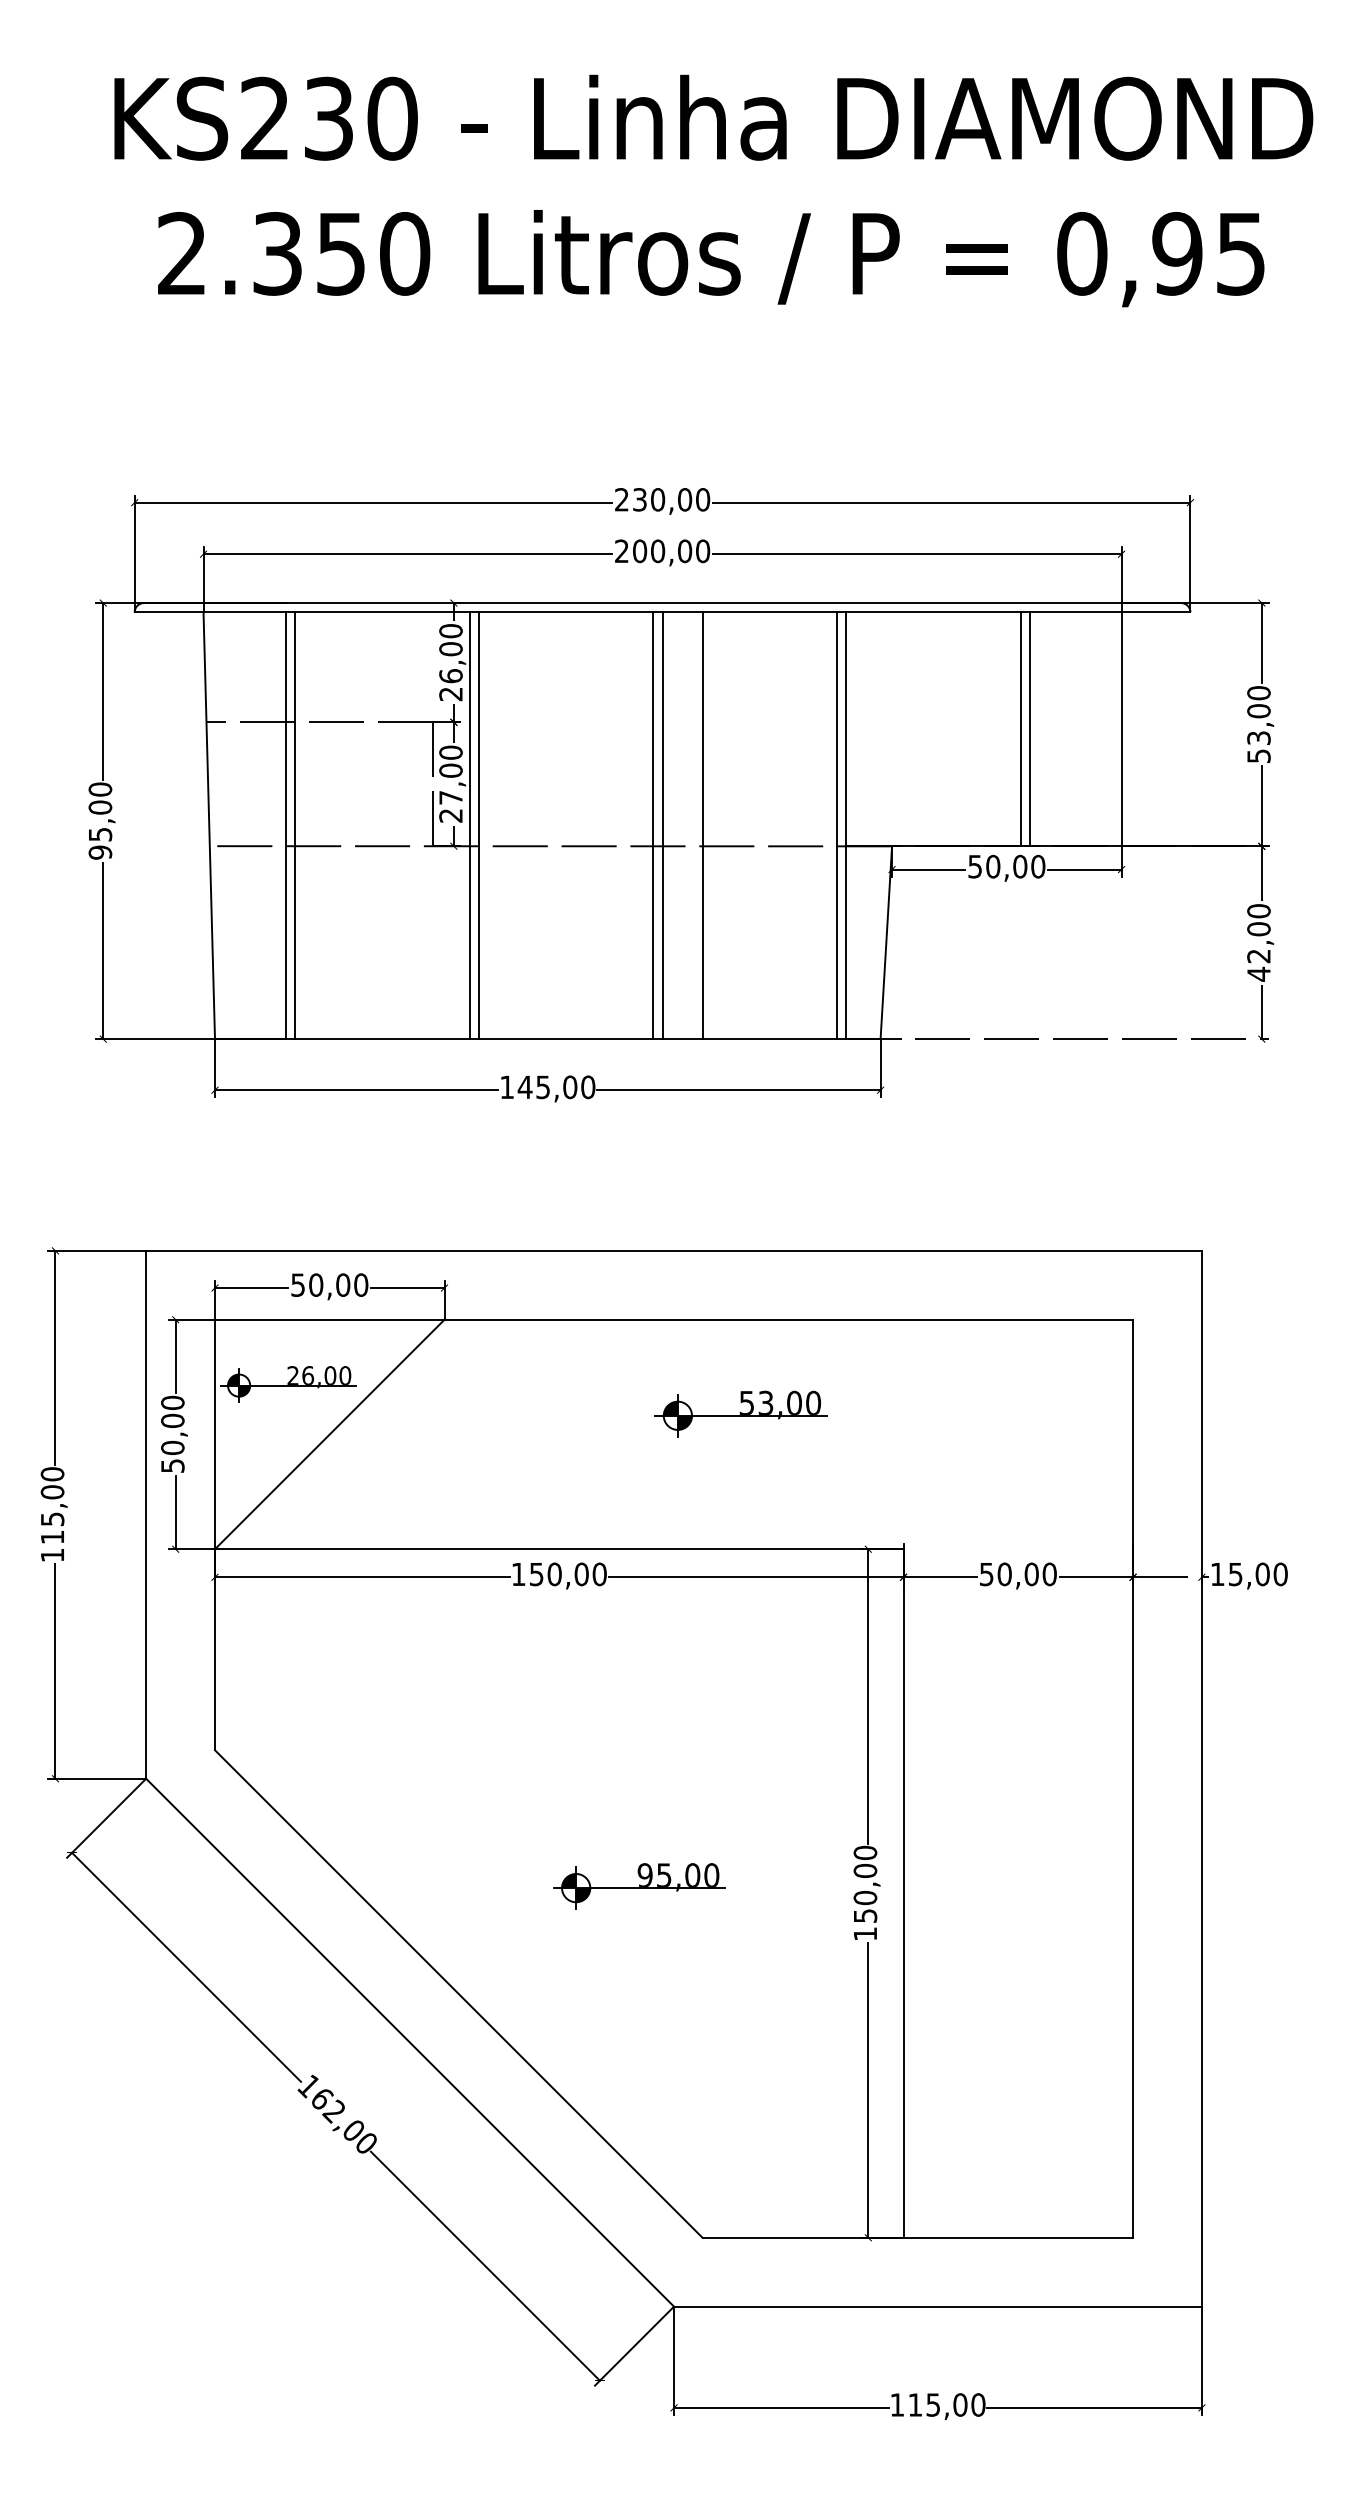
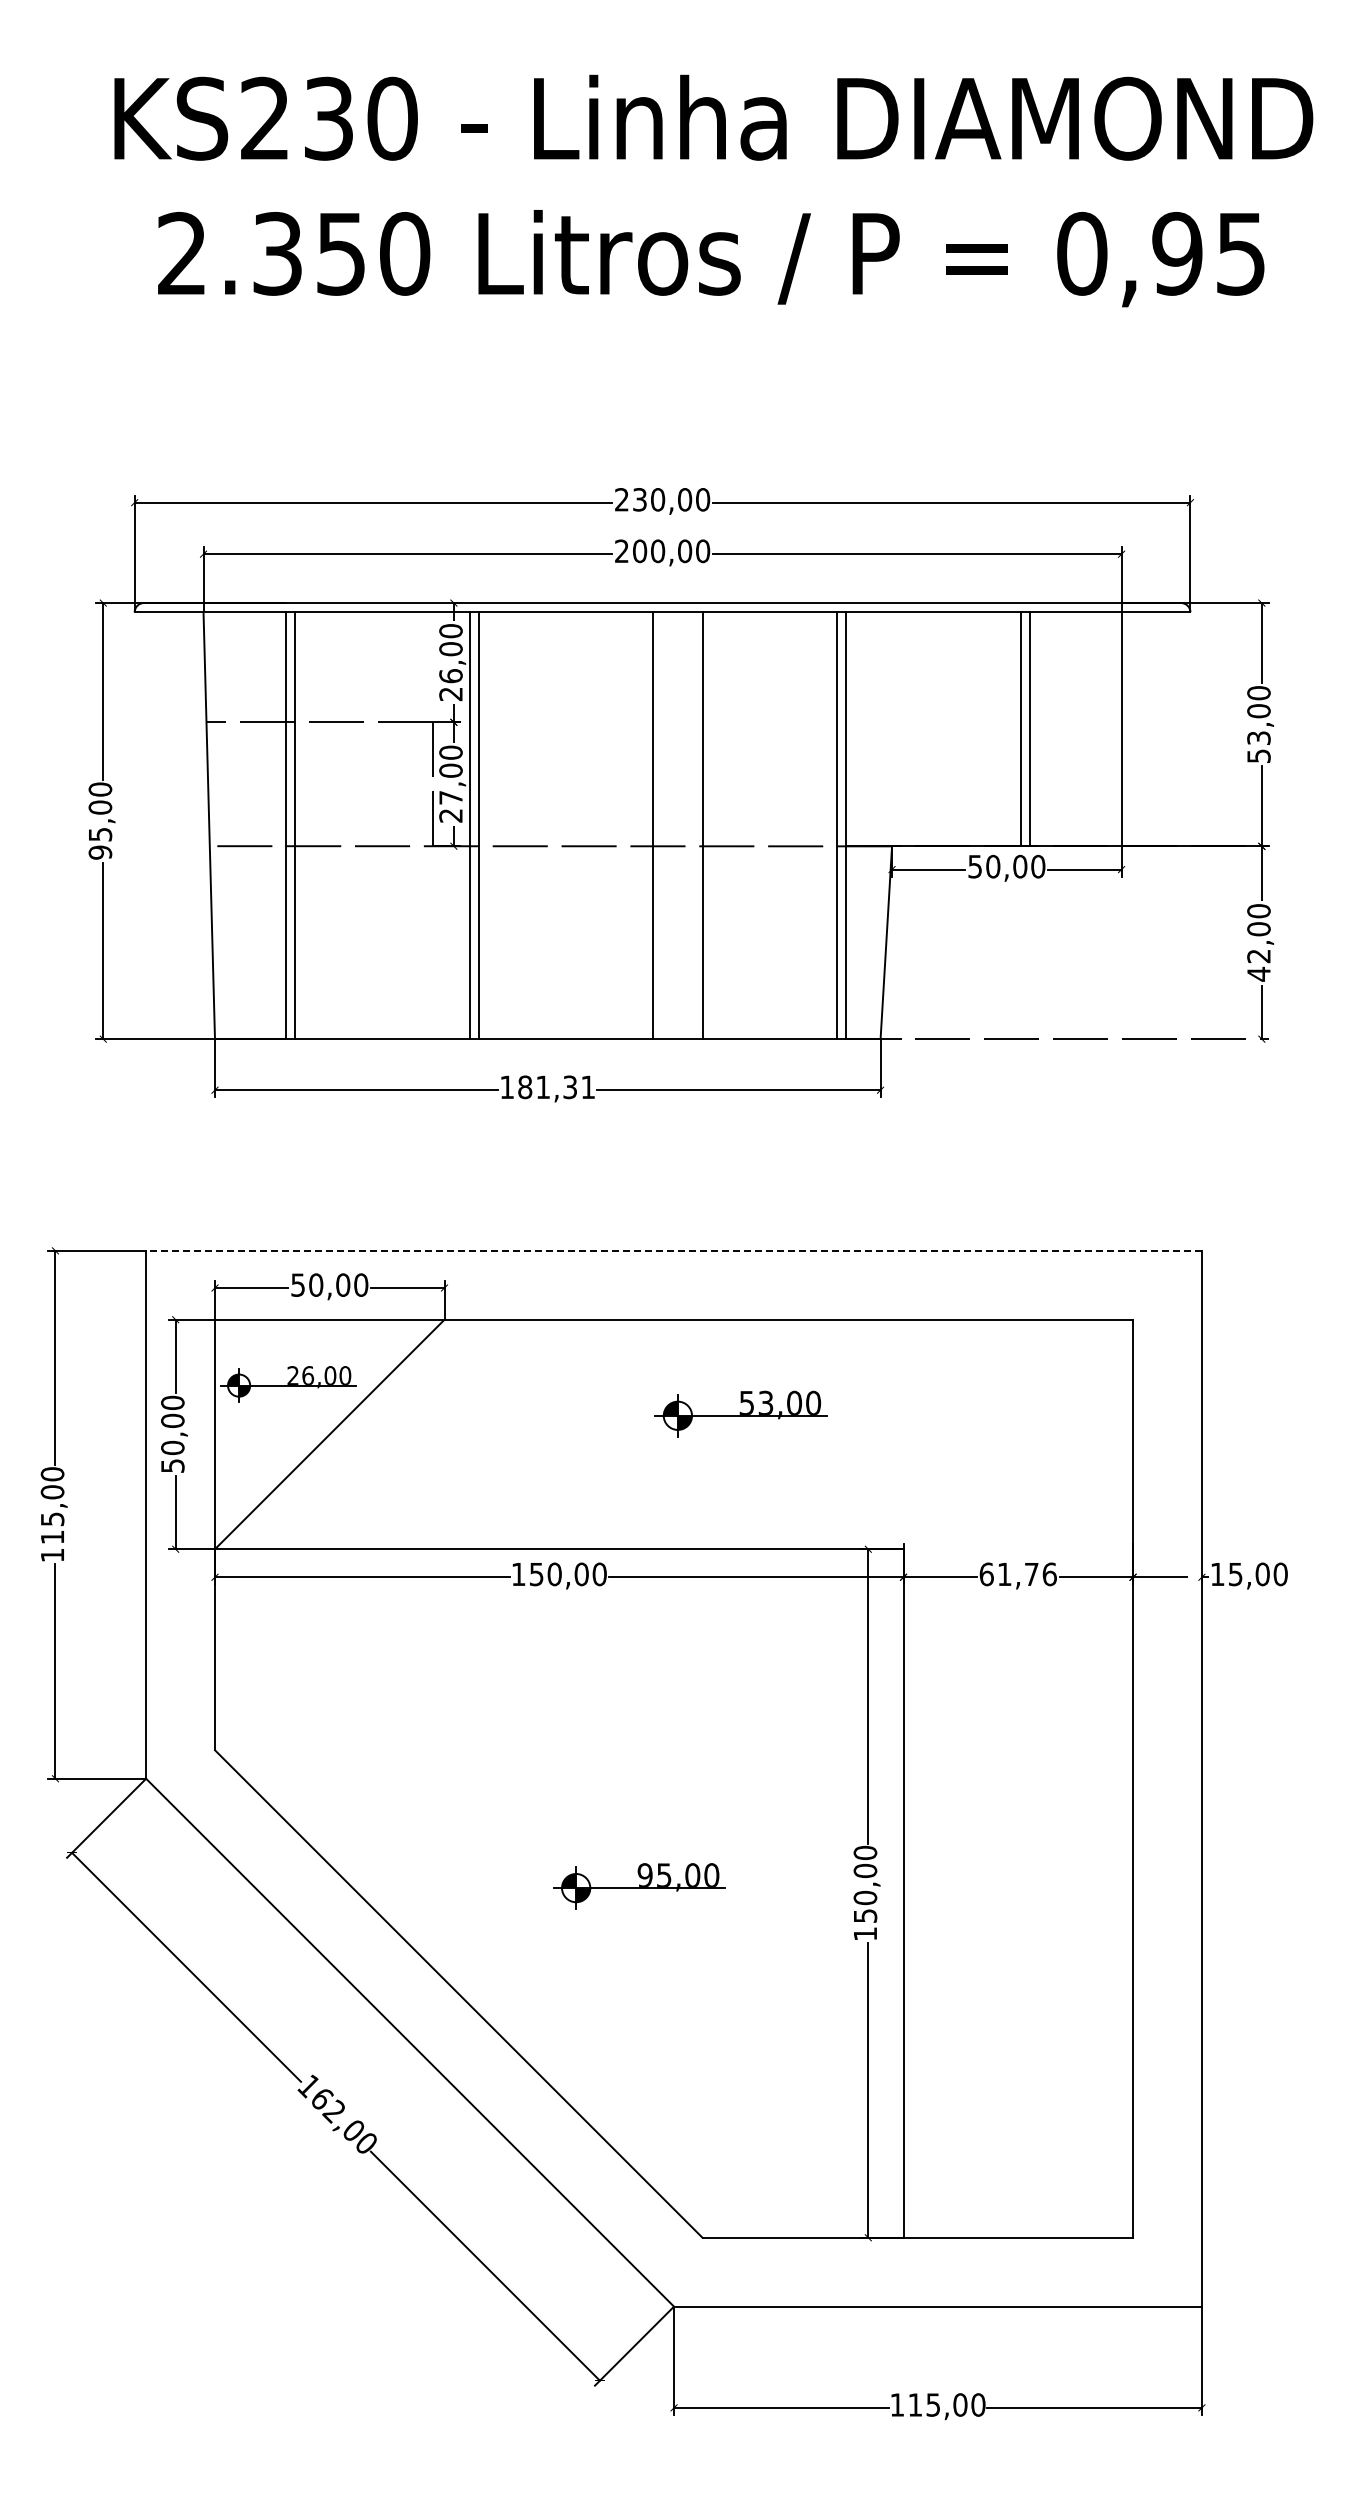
line at (662, 825): present -> none
text at (556, 1087): 145,00 -> 181,31
line at (674, 1250): solid -> dashed
text at (1017, 1574): 50,00 -> 61,76
